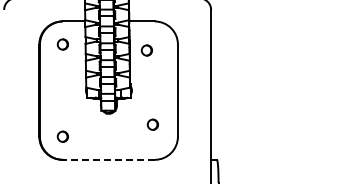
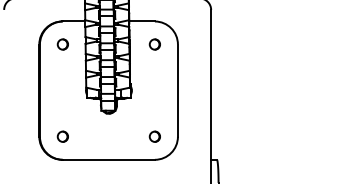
circle at (146, 50) position: (146, 50) -> (154, 44)
circle at (152, 124) position: (152, 124) -> (154, 136)
line at (108, 159): dashed -> solid
